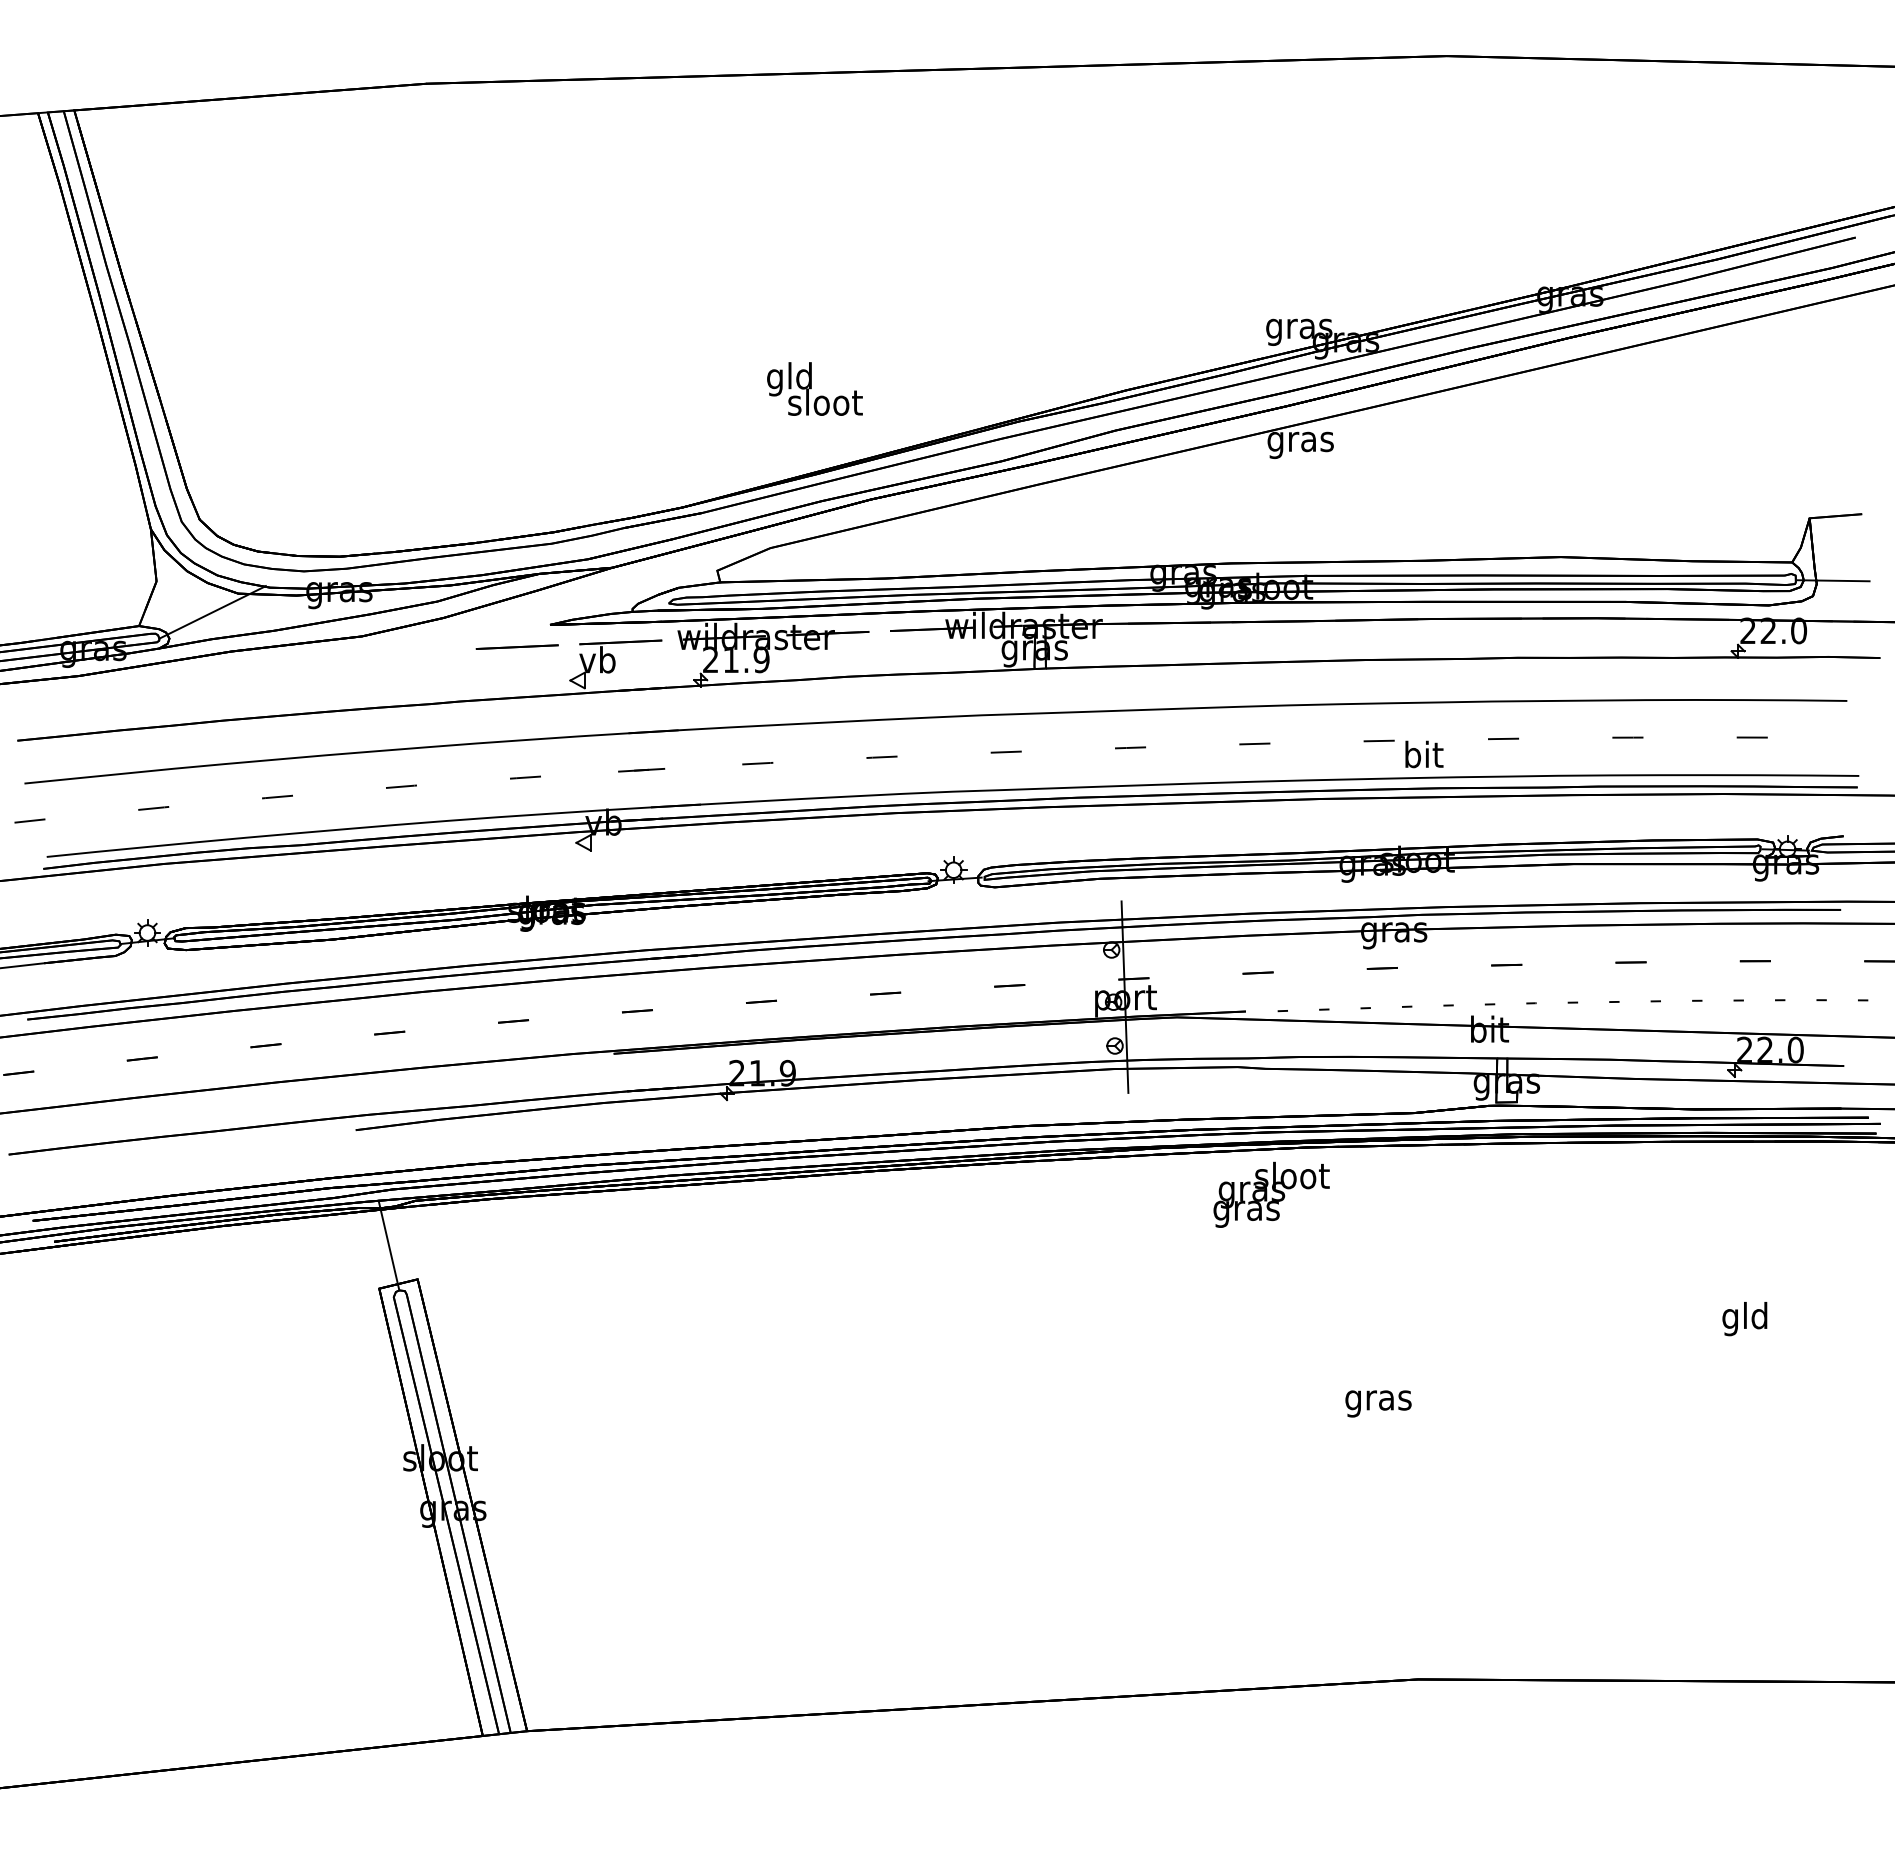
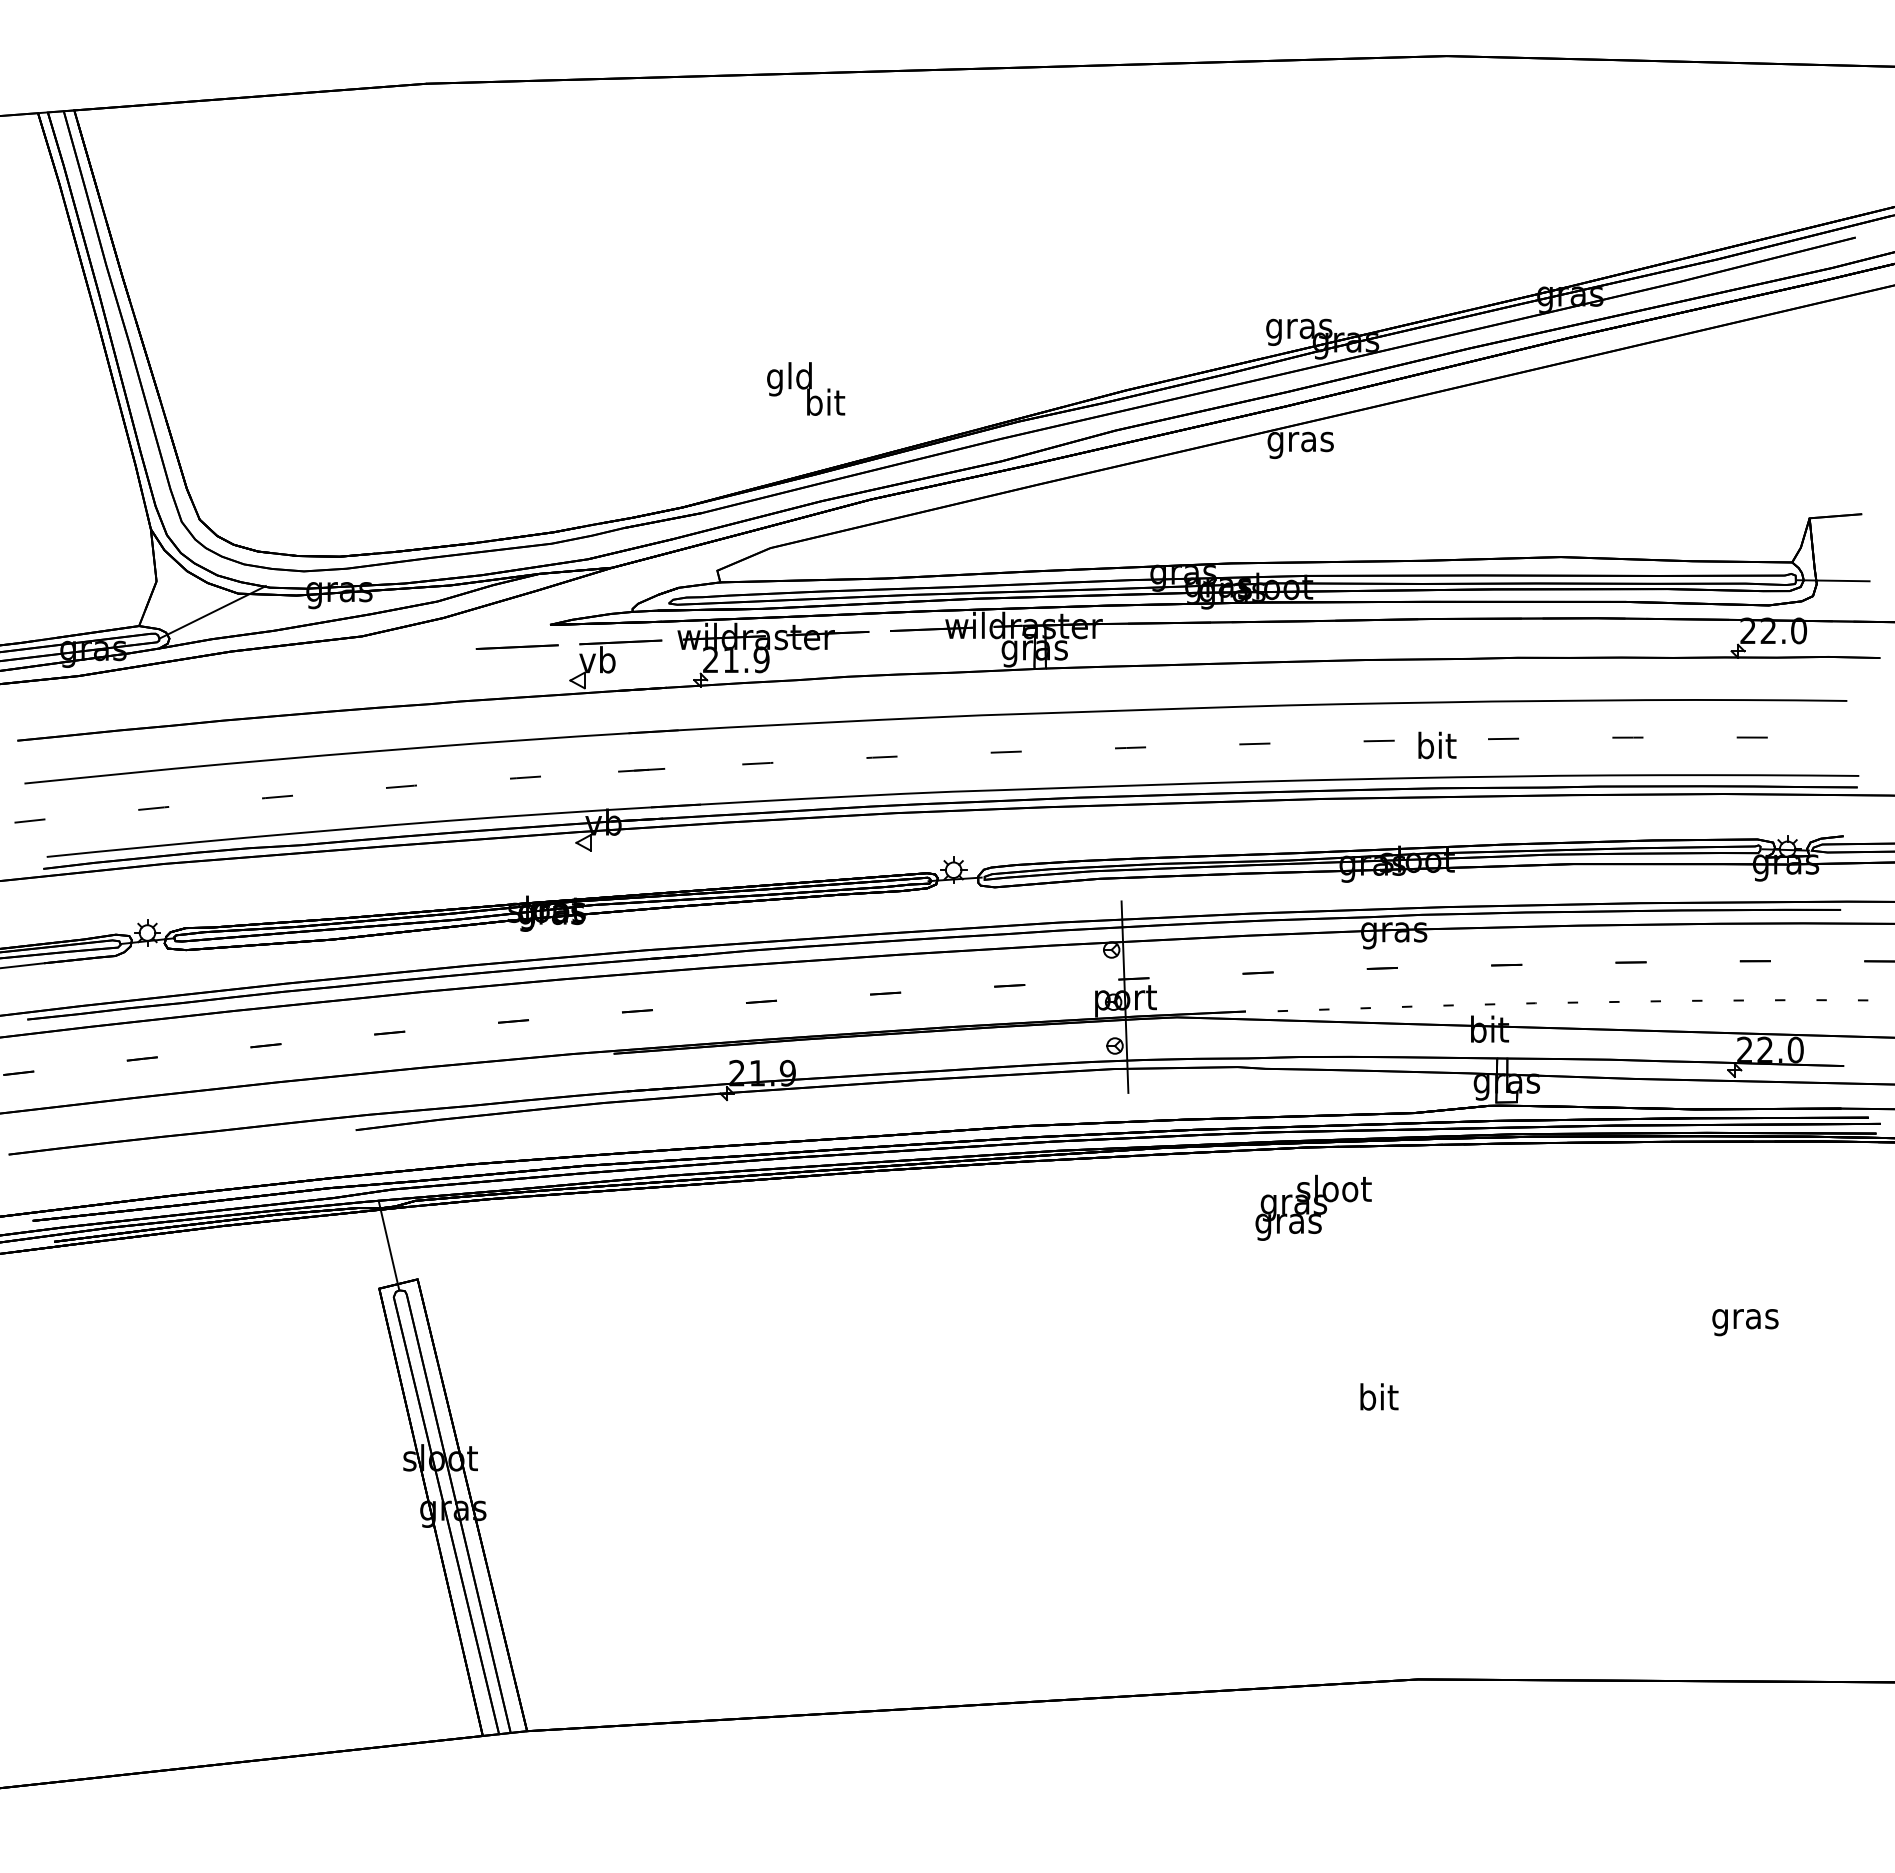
text at (825, 401): sloot -> bit
text at (1424, 754) position: (1424, 754) -> (1437, 745)
text at (1271, 1194) position: (1271, 1194) -> (1313, 1207)
text at (1745, 1319): gld -> gras
text at (1378, 1400): gras -> bit
